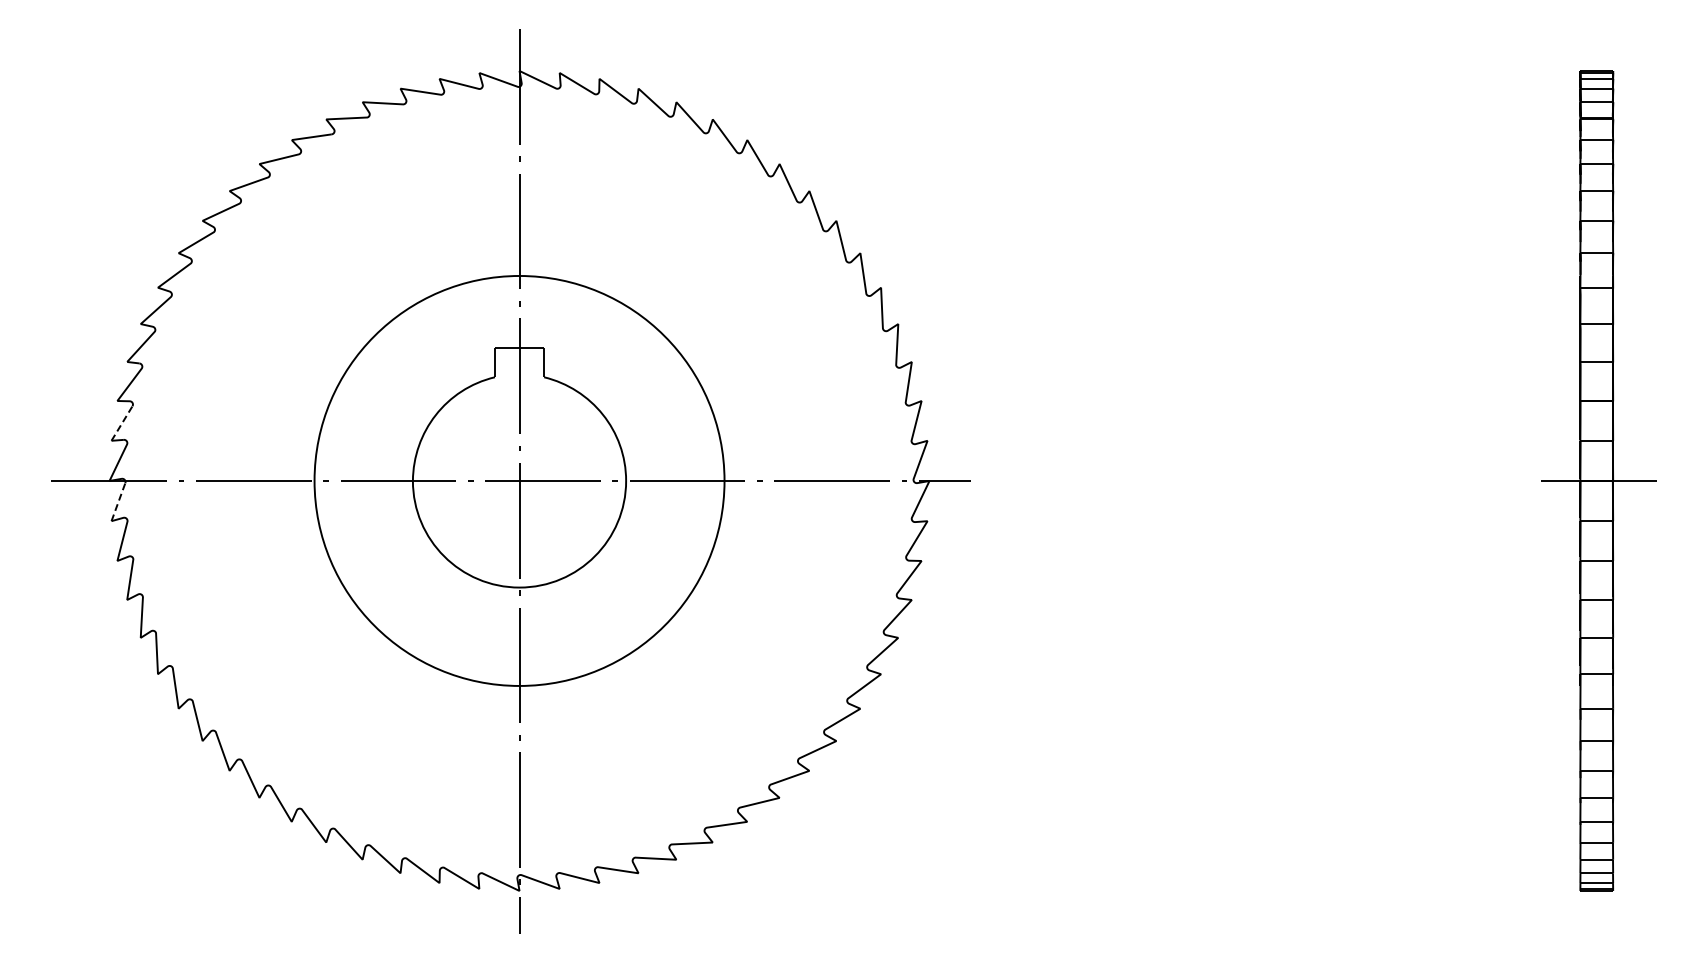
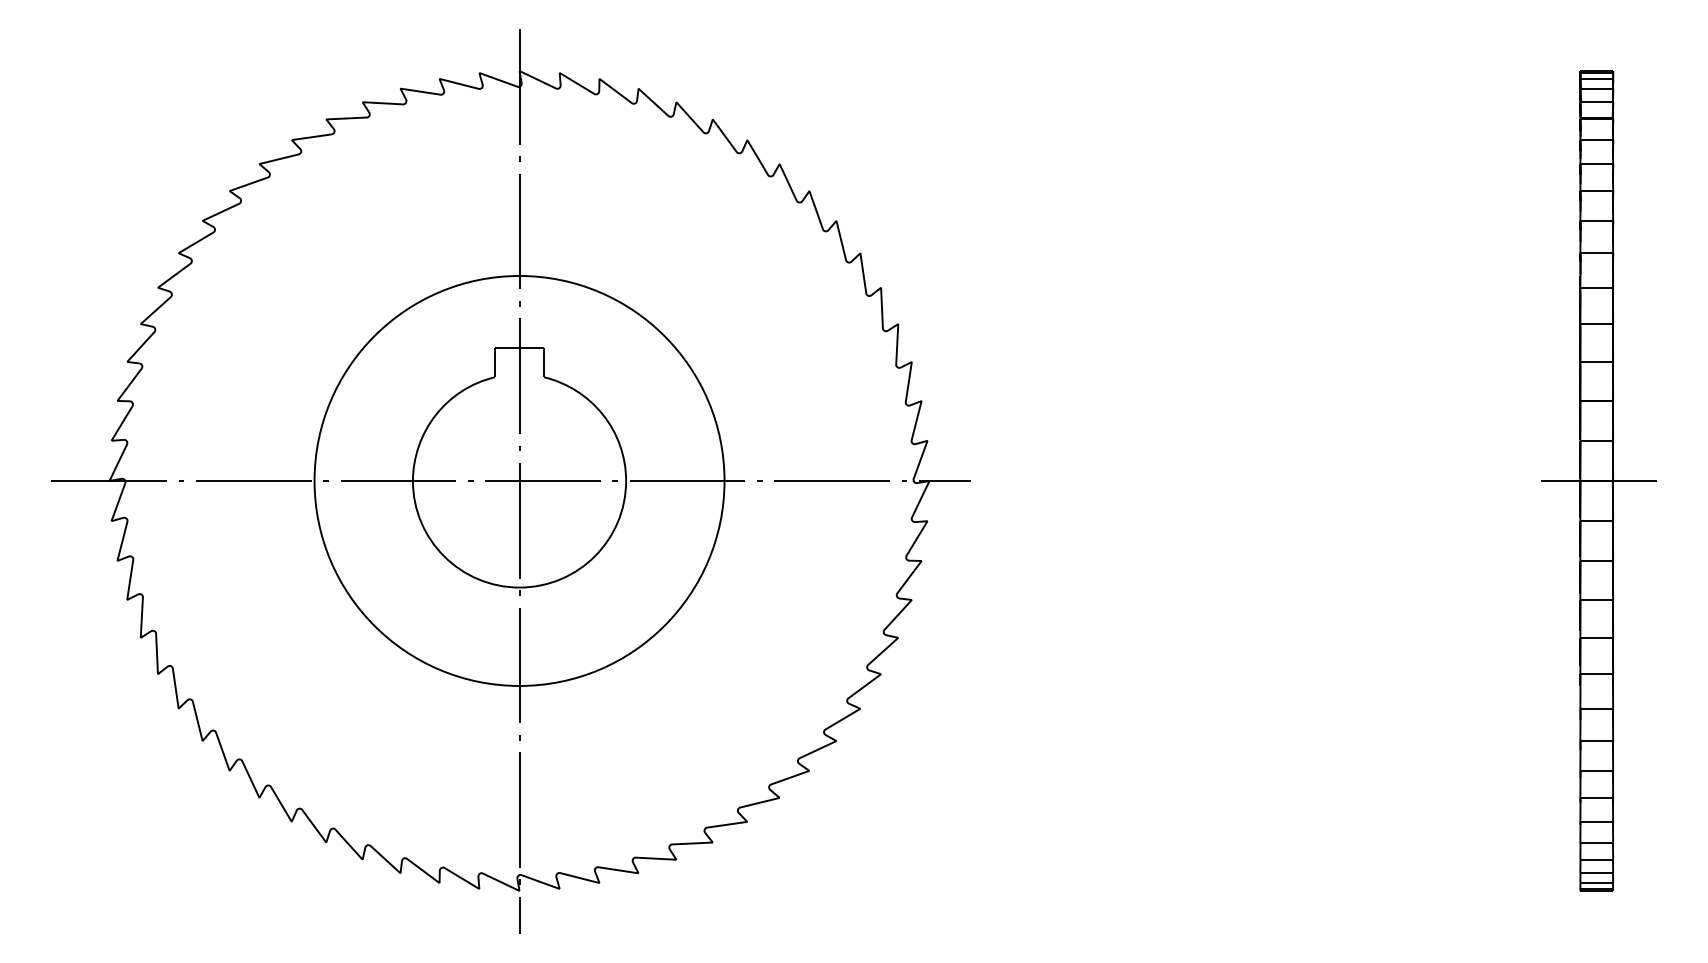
line at (122, 423): dashed -> solid
line at (118, 502): dashed -> solid
